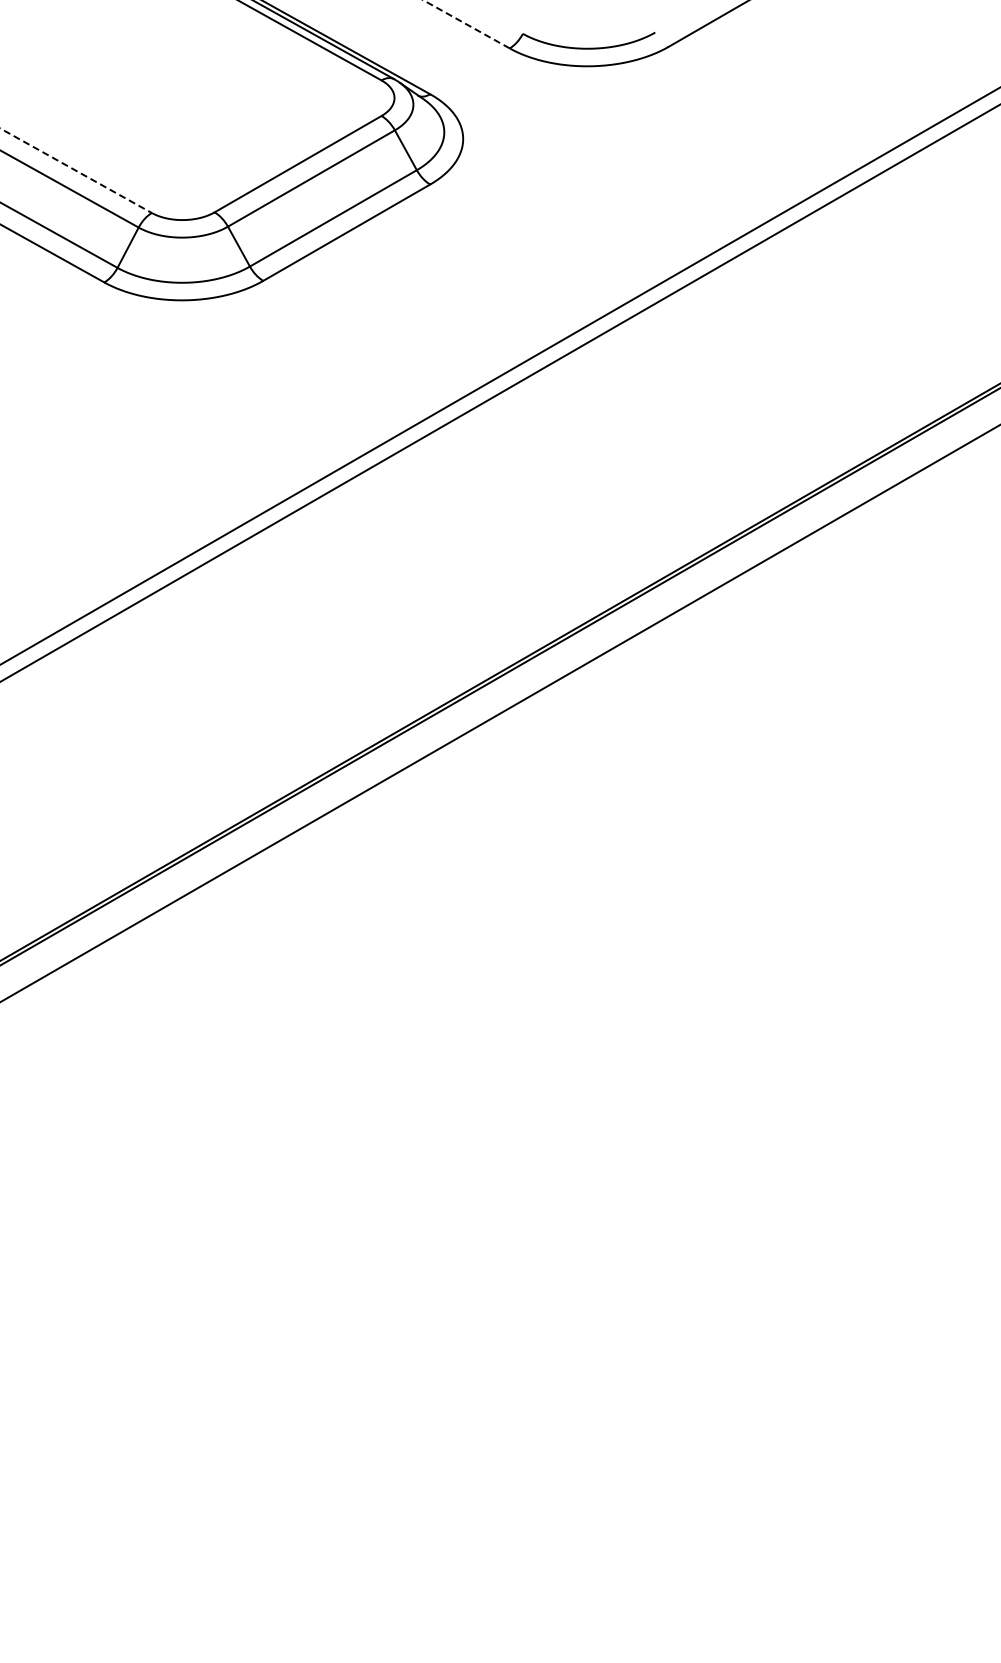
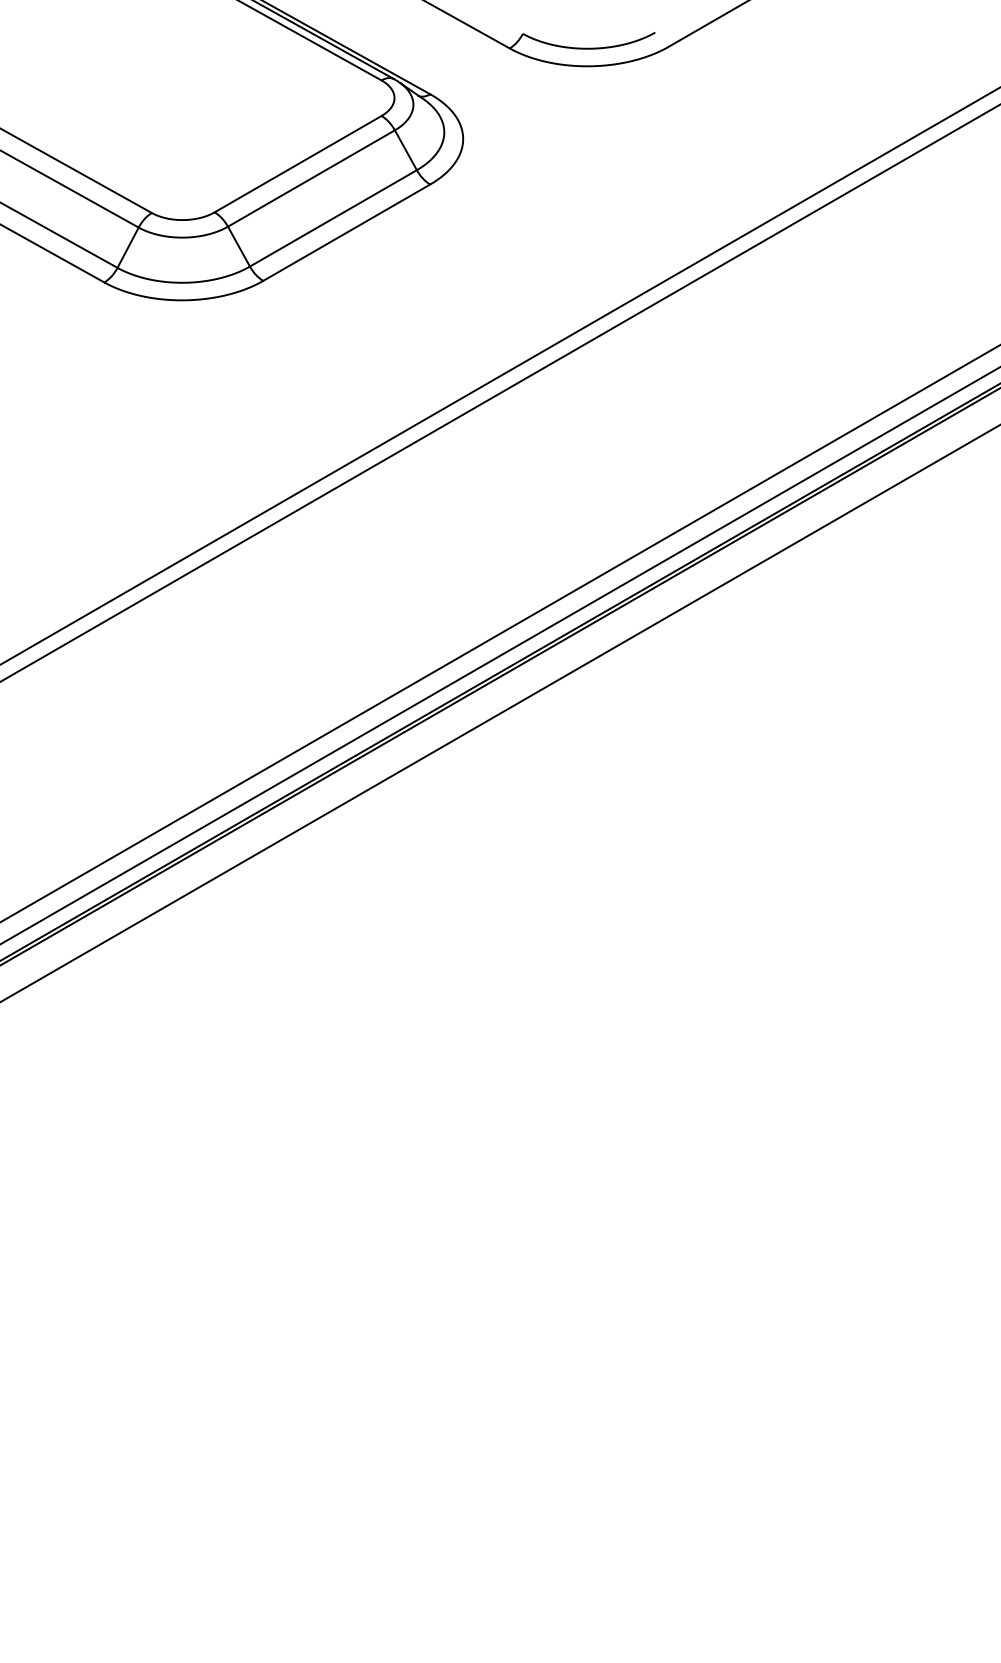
line at (466, 24): dashed -> solid
line at (76, 171): dashed -> solid
line at (499, 633): none -> present
line at (499, 655): none -> present
